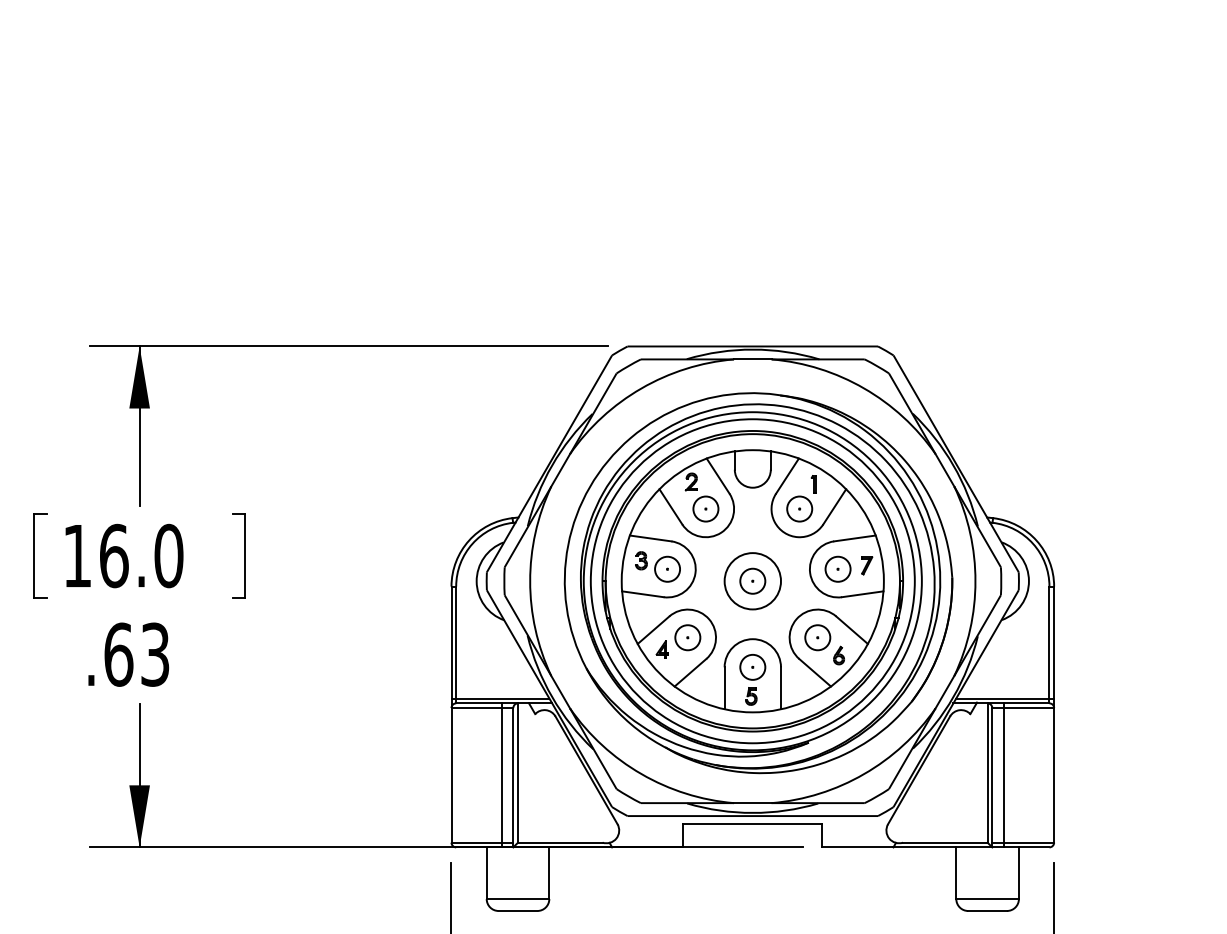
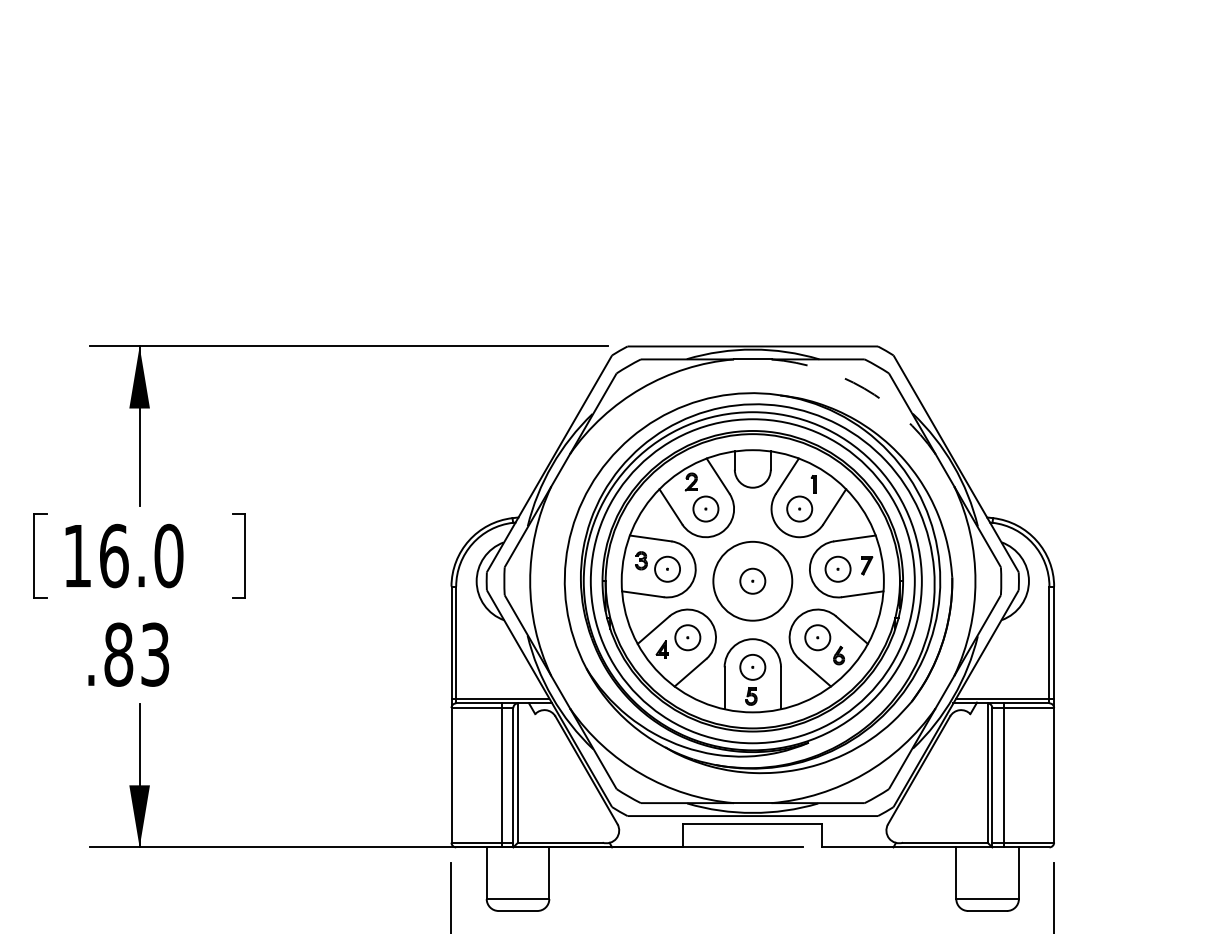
arc at (864, 388): solid -> dashed
circle at (752, 581) diameter: 56 px -> 79 px
text at (118, 654): .63 -> .83
